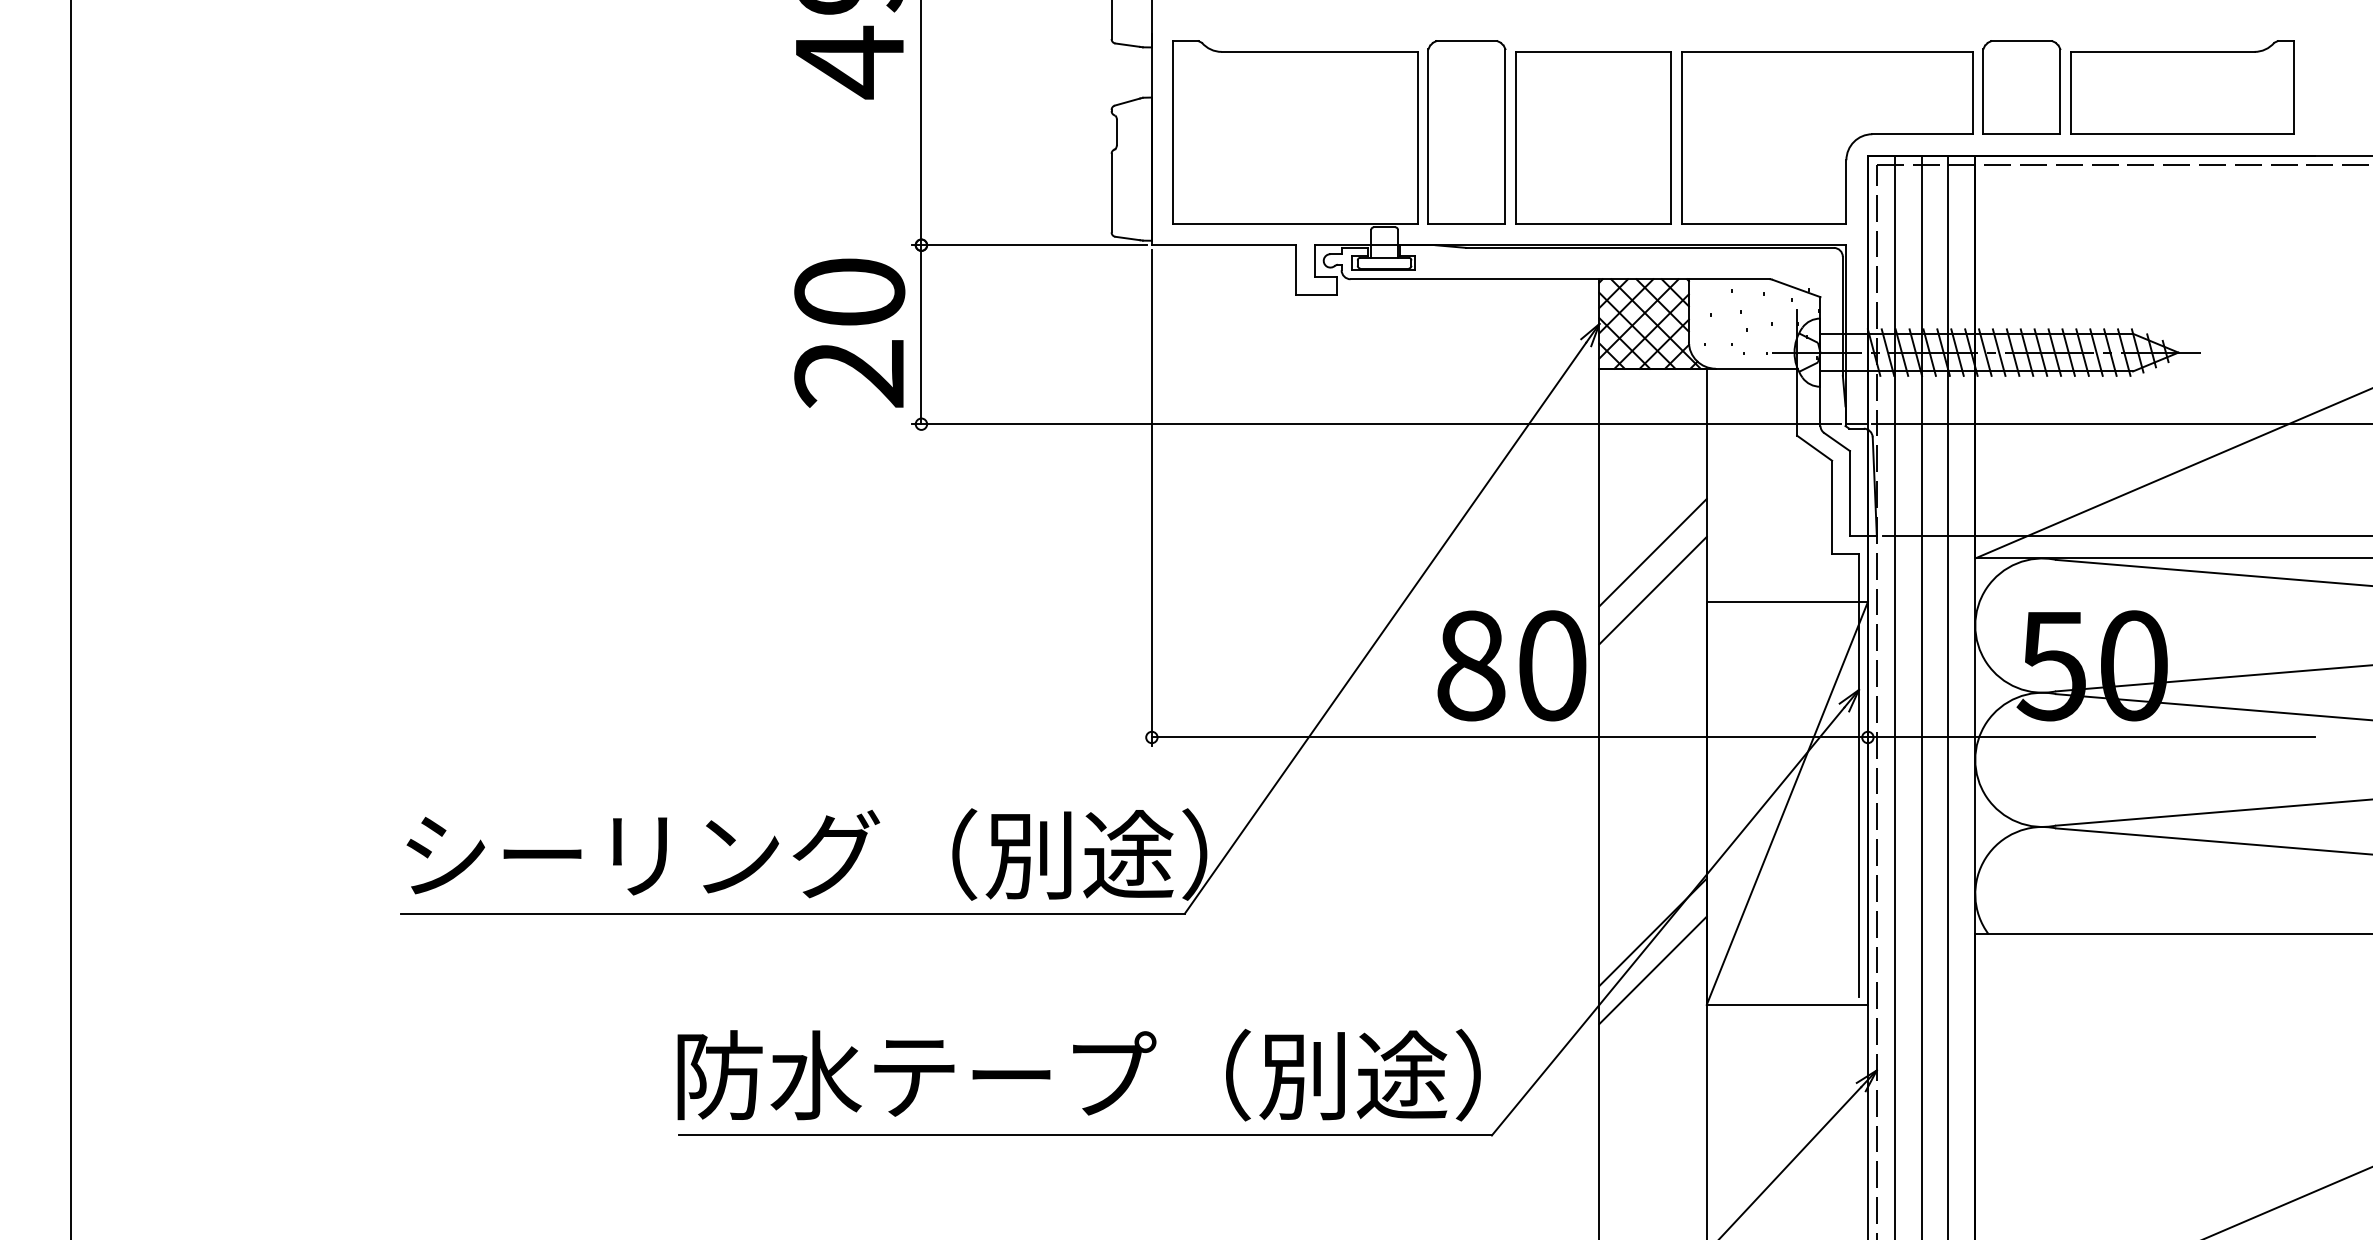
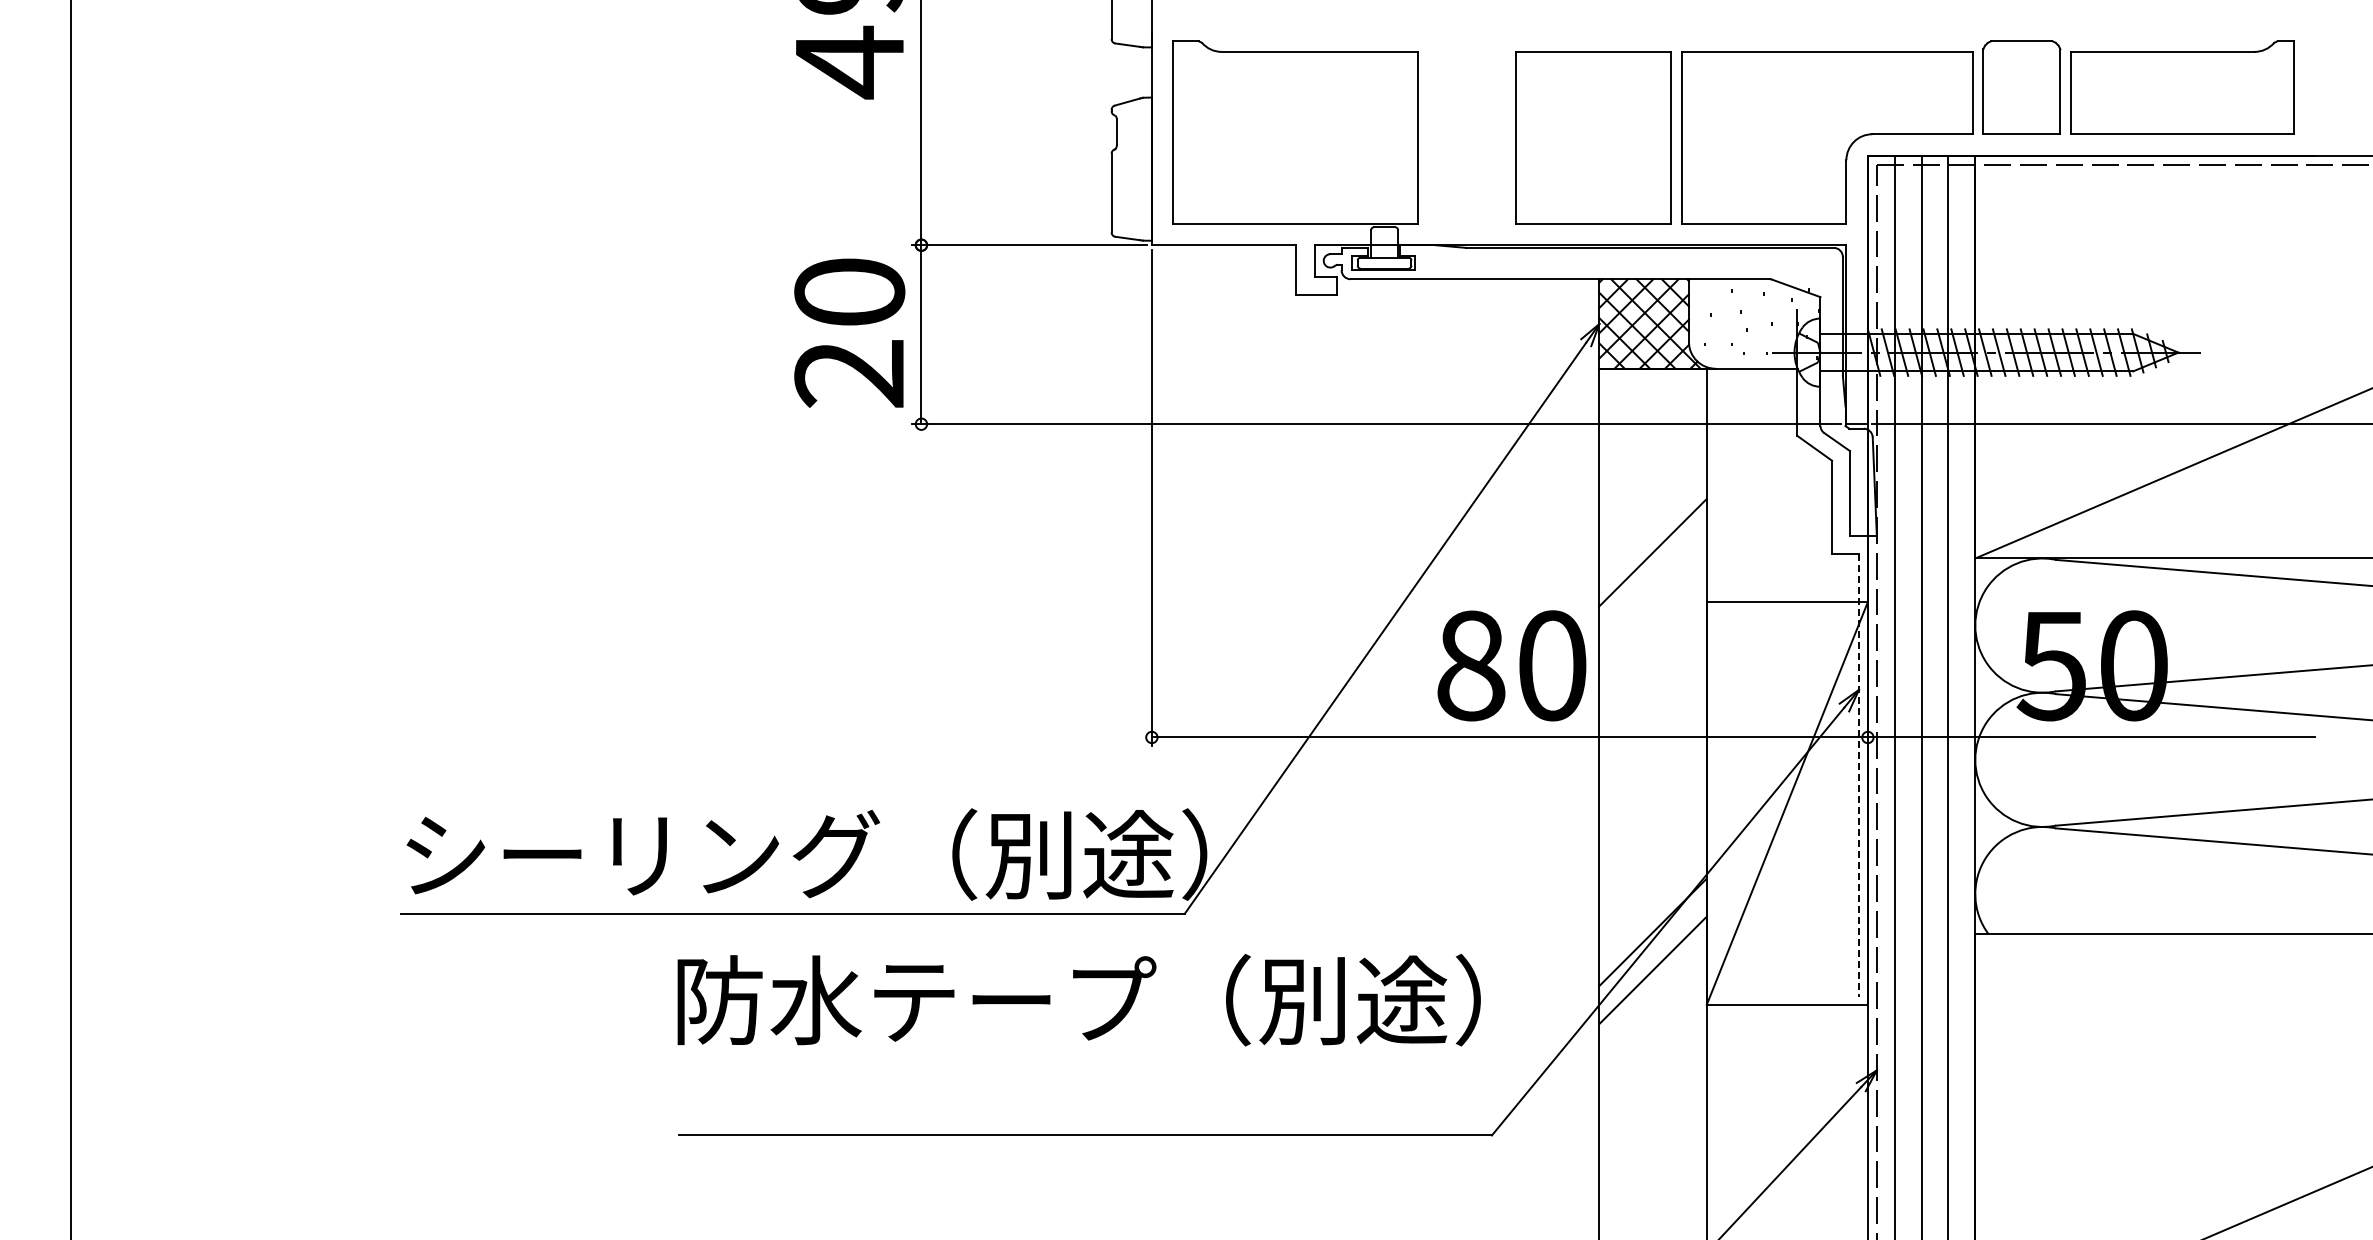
part at (1466, 132): present -> none
line at (2126, 536): present -> none
line at (1652, 590): present -> none
line at (1858, 775): solid -> dashed
text at (1078, 1074) position: (1078, 1074) -> (1078, 999)
